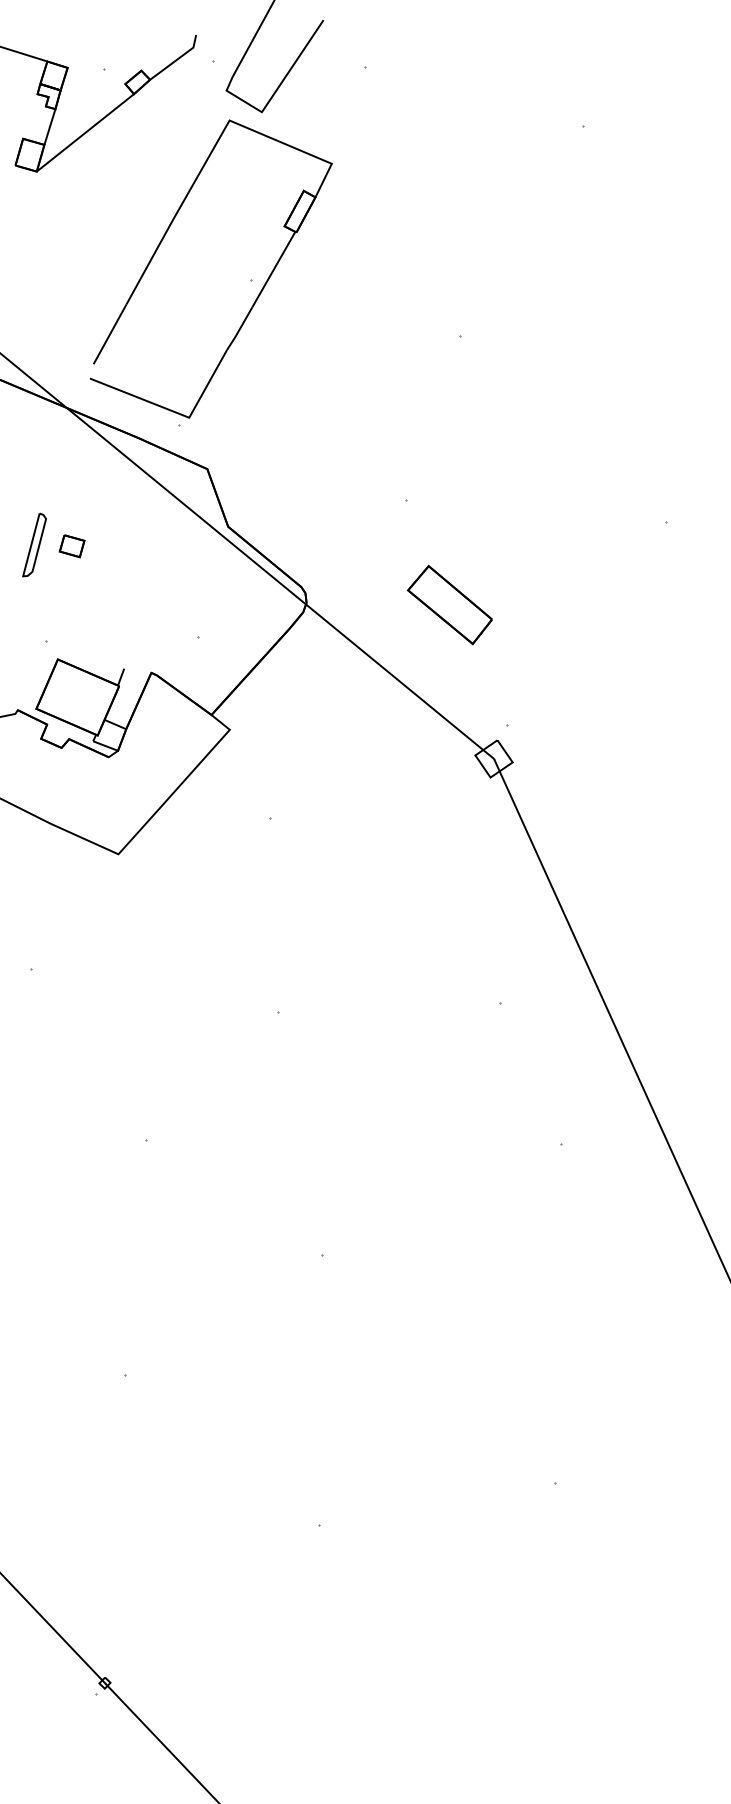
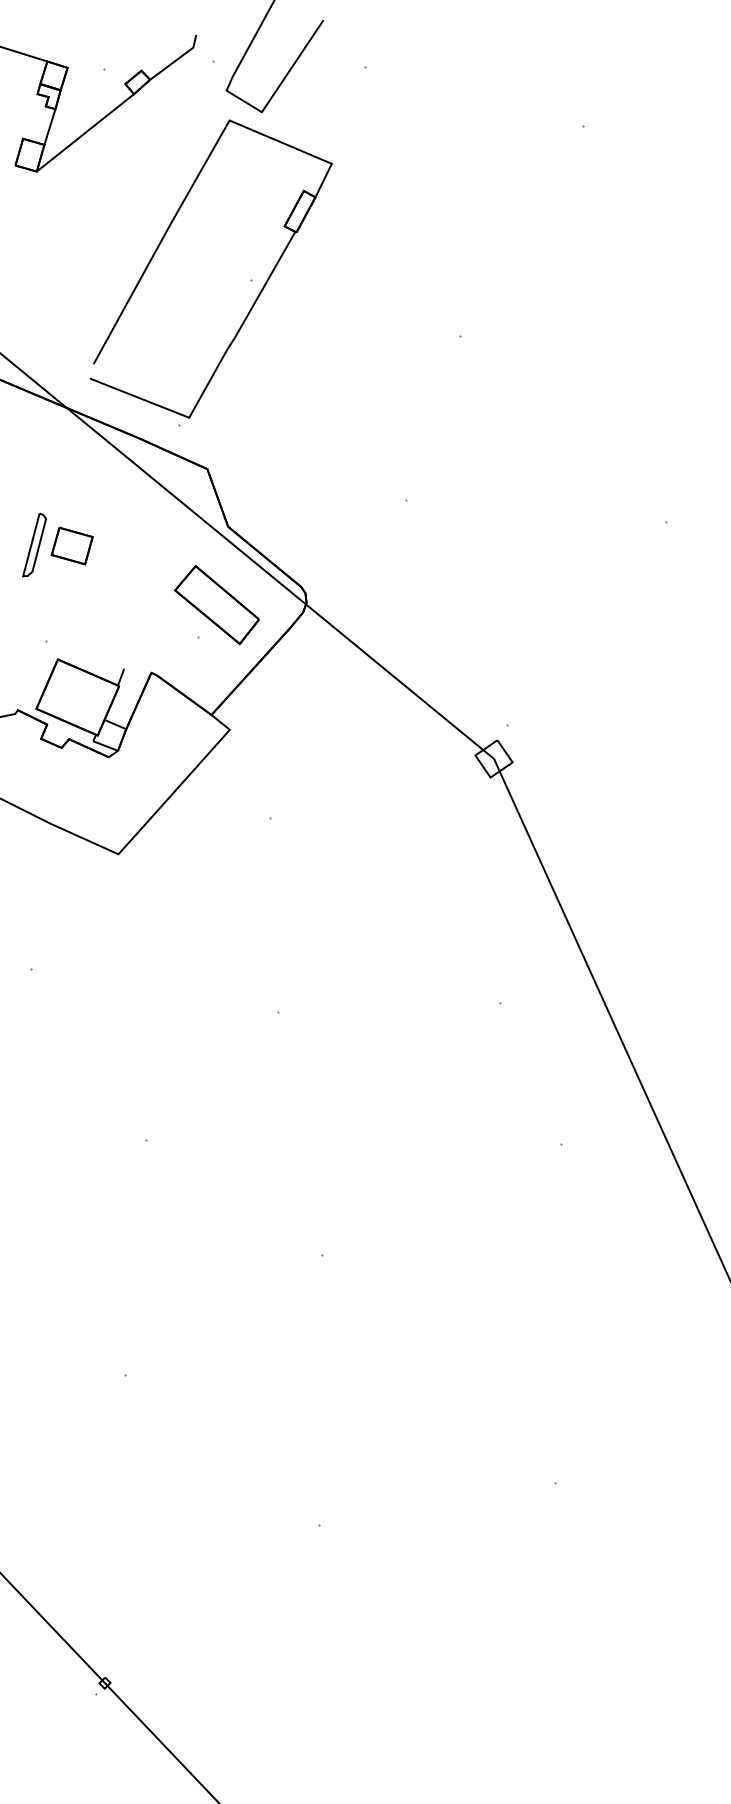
part at (71, 546) size: 28x25 px -> 44x39 px
part at (449, 605) position: (449, 605) -> (216, 605)
